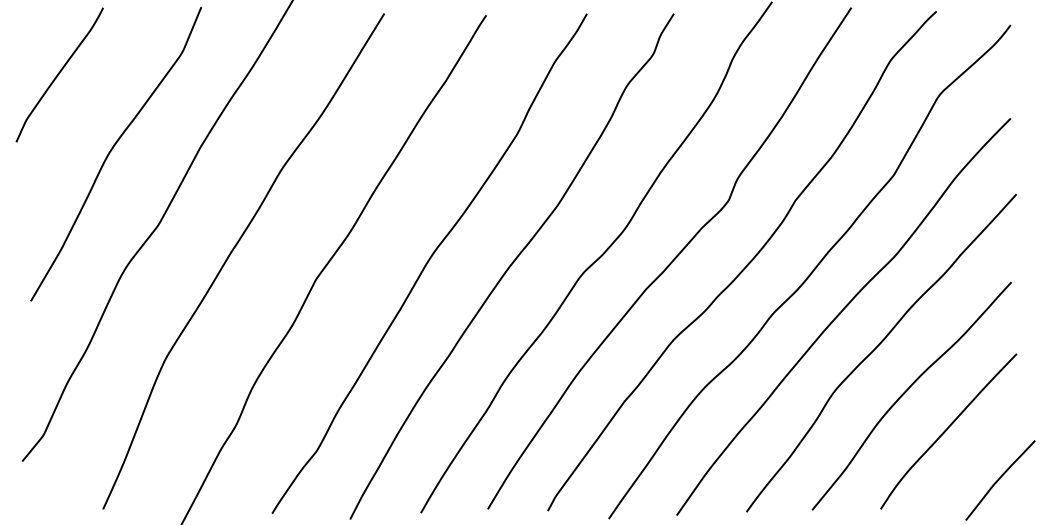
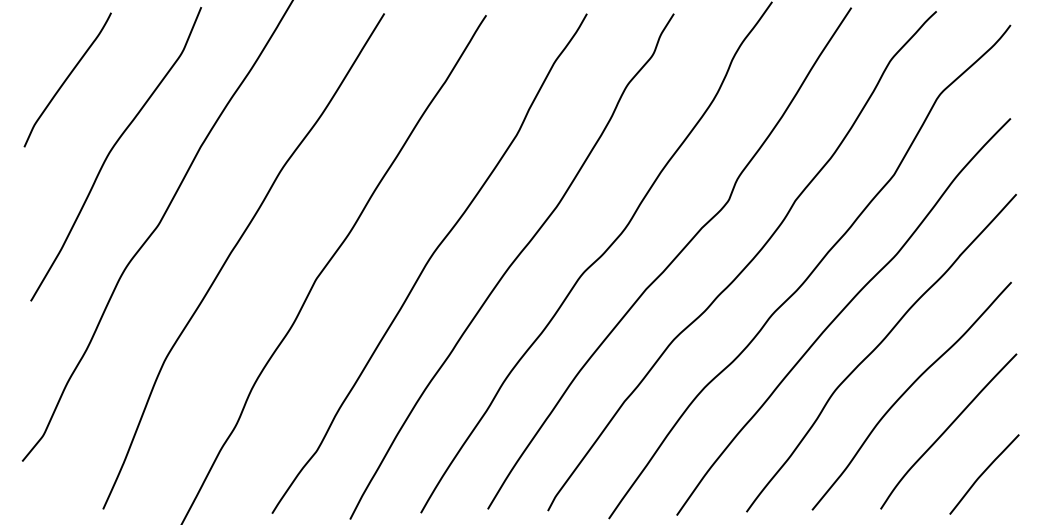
curve at (59, 74) position: (59, 74) -> (67, 79)
curve at (999, 480) position: (999, 480) -> (983, 474)
